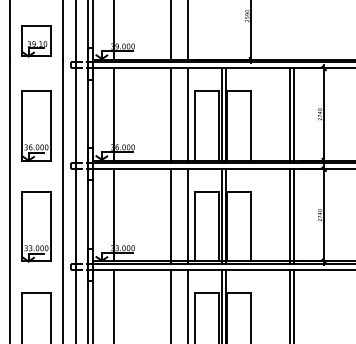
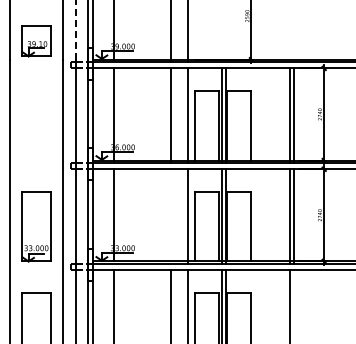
line at (75, 29): solid -> dashed
part at (36, 125): present -> none
line at (170, 216): present -> none
line at (293, 305): present -> none
